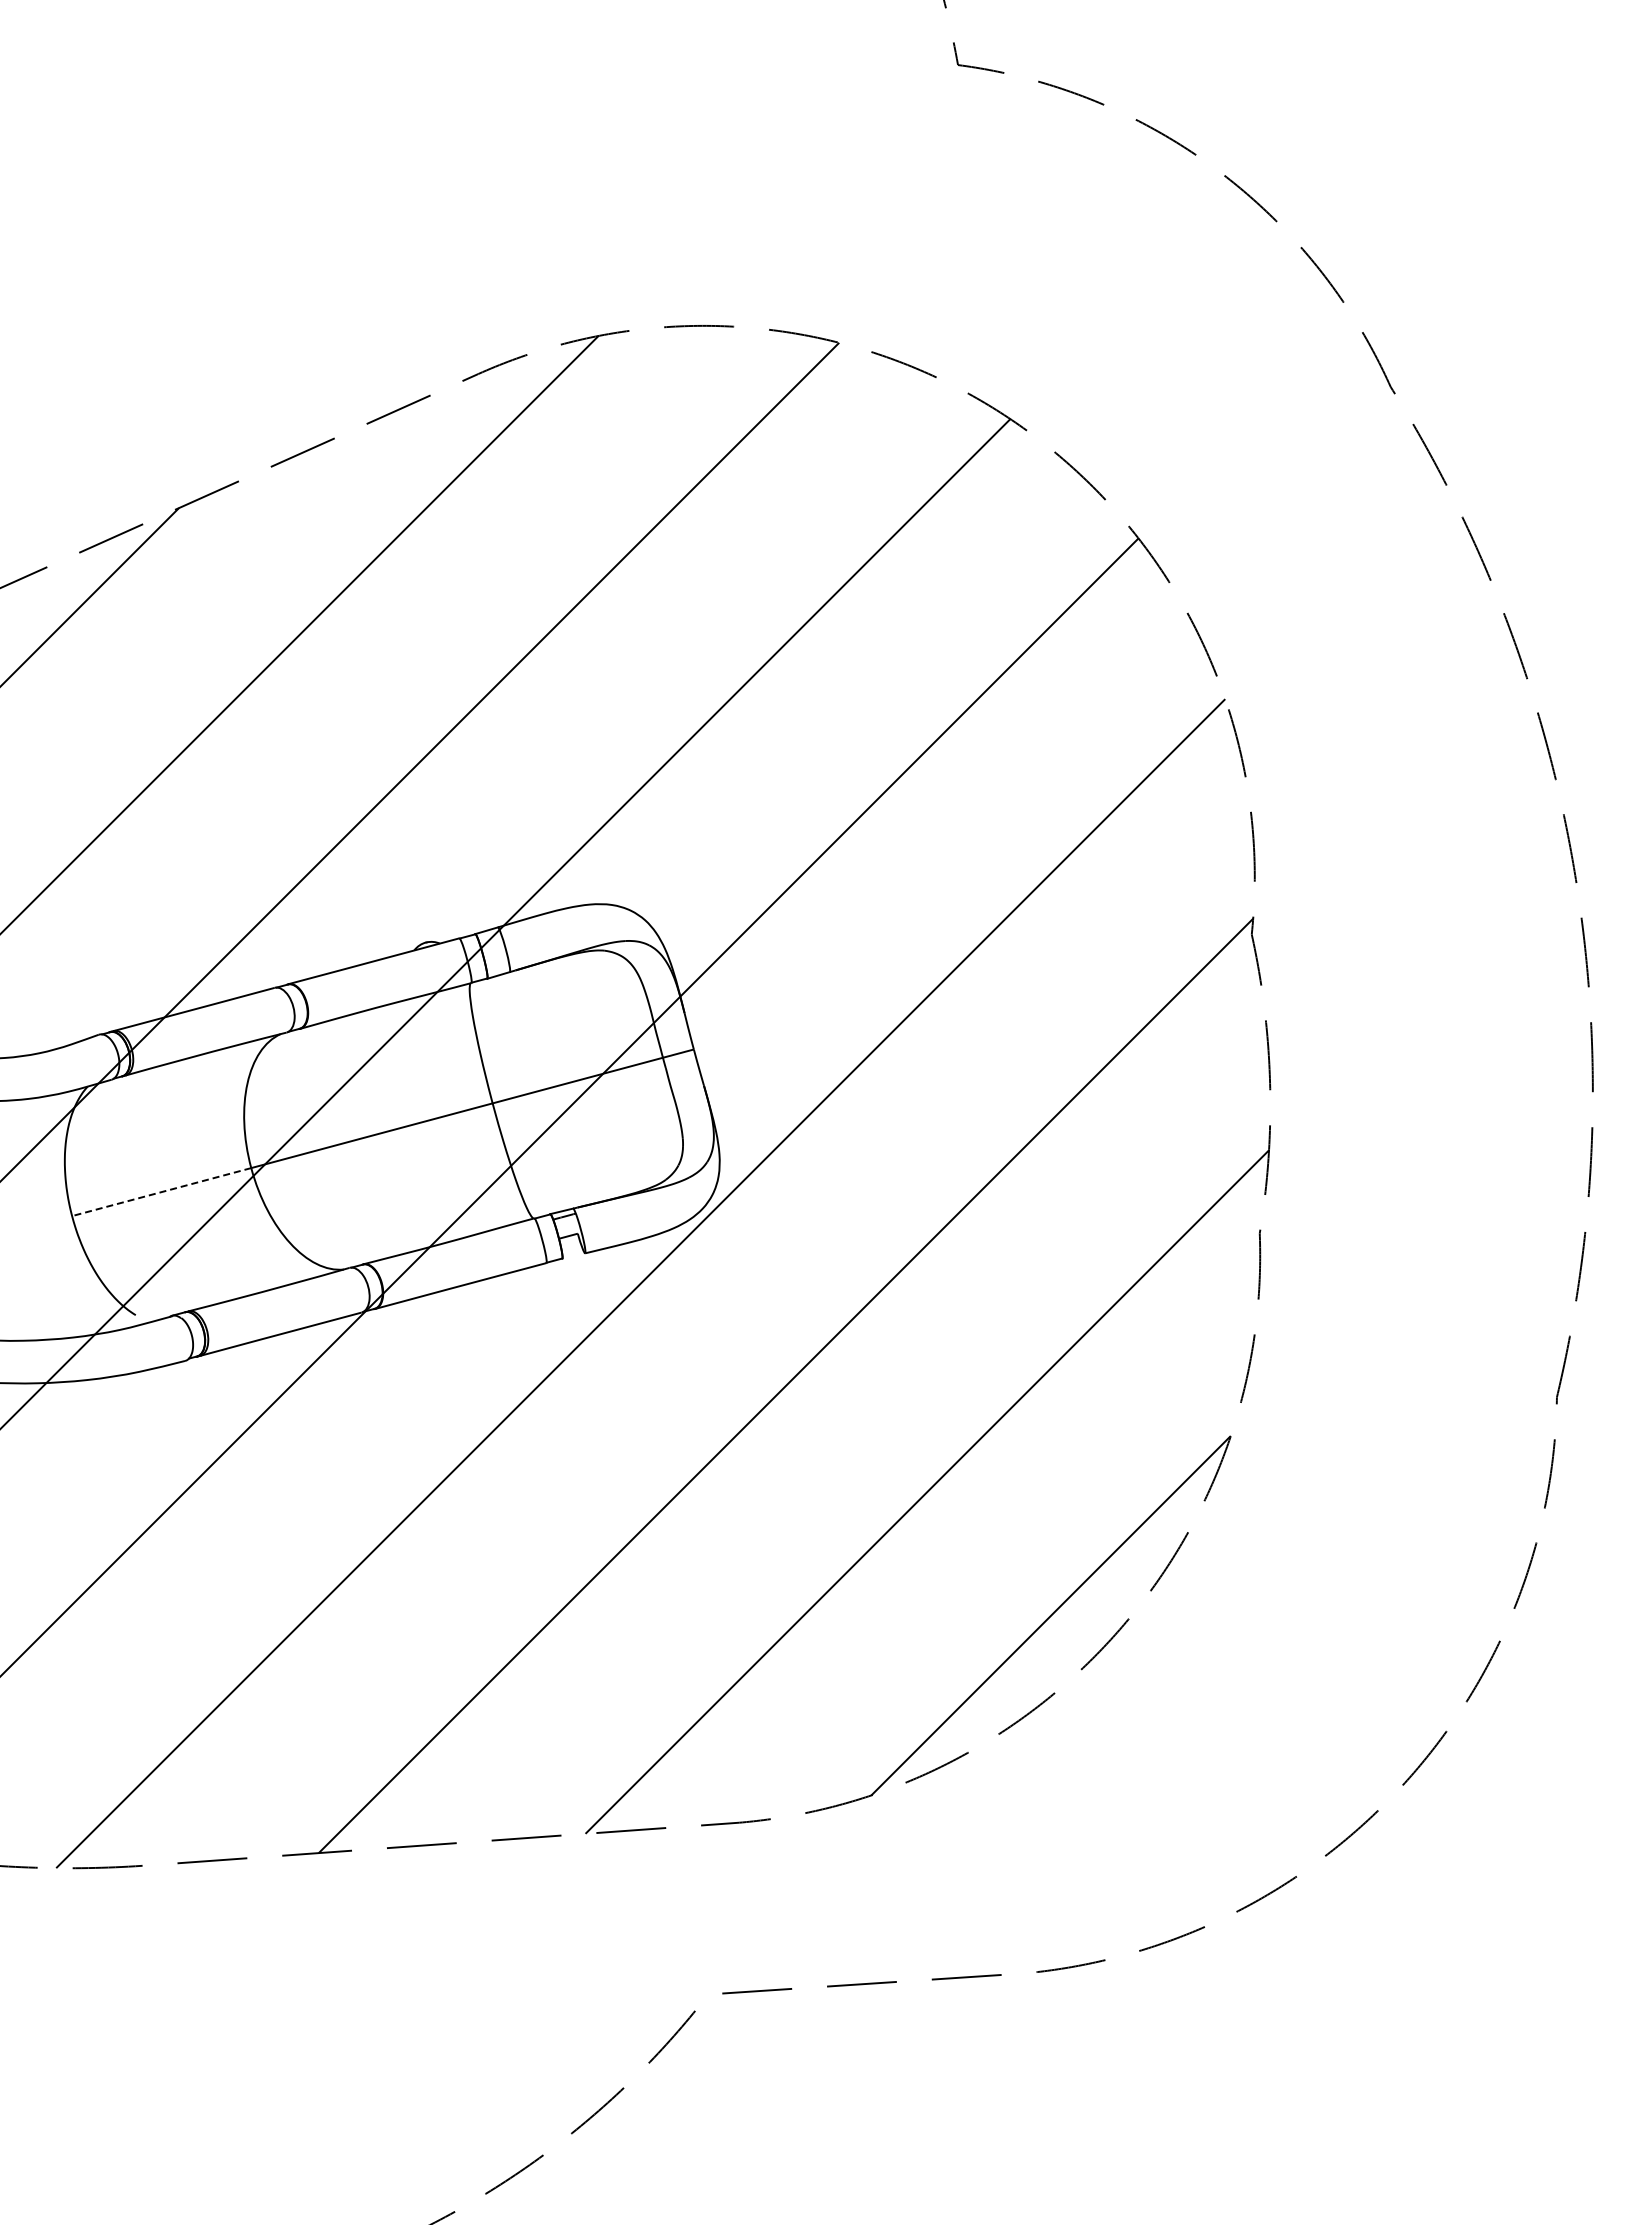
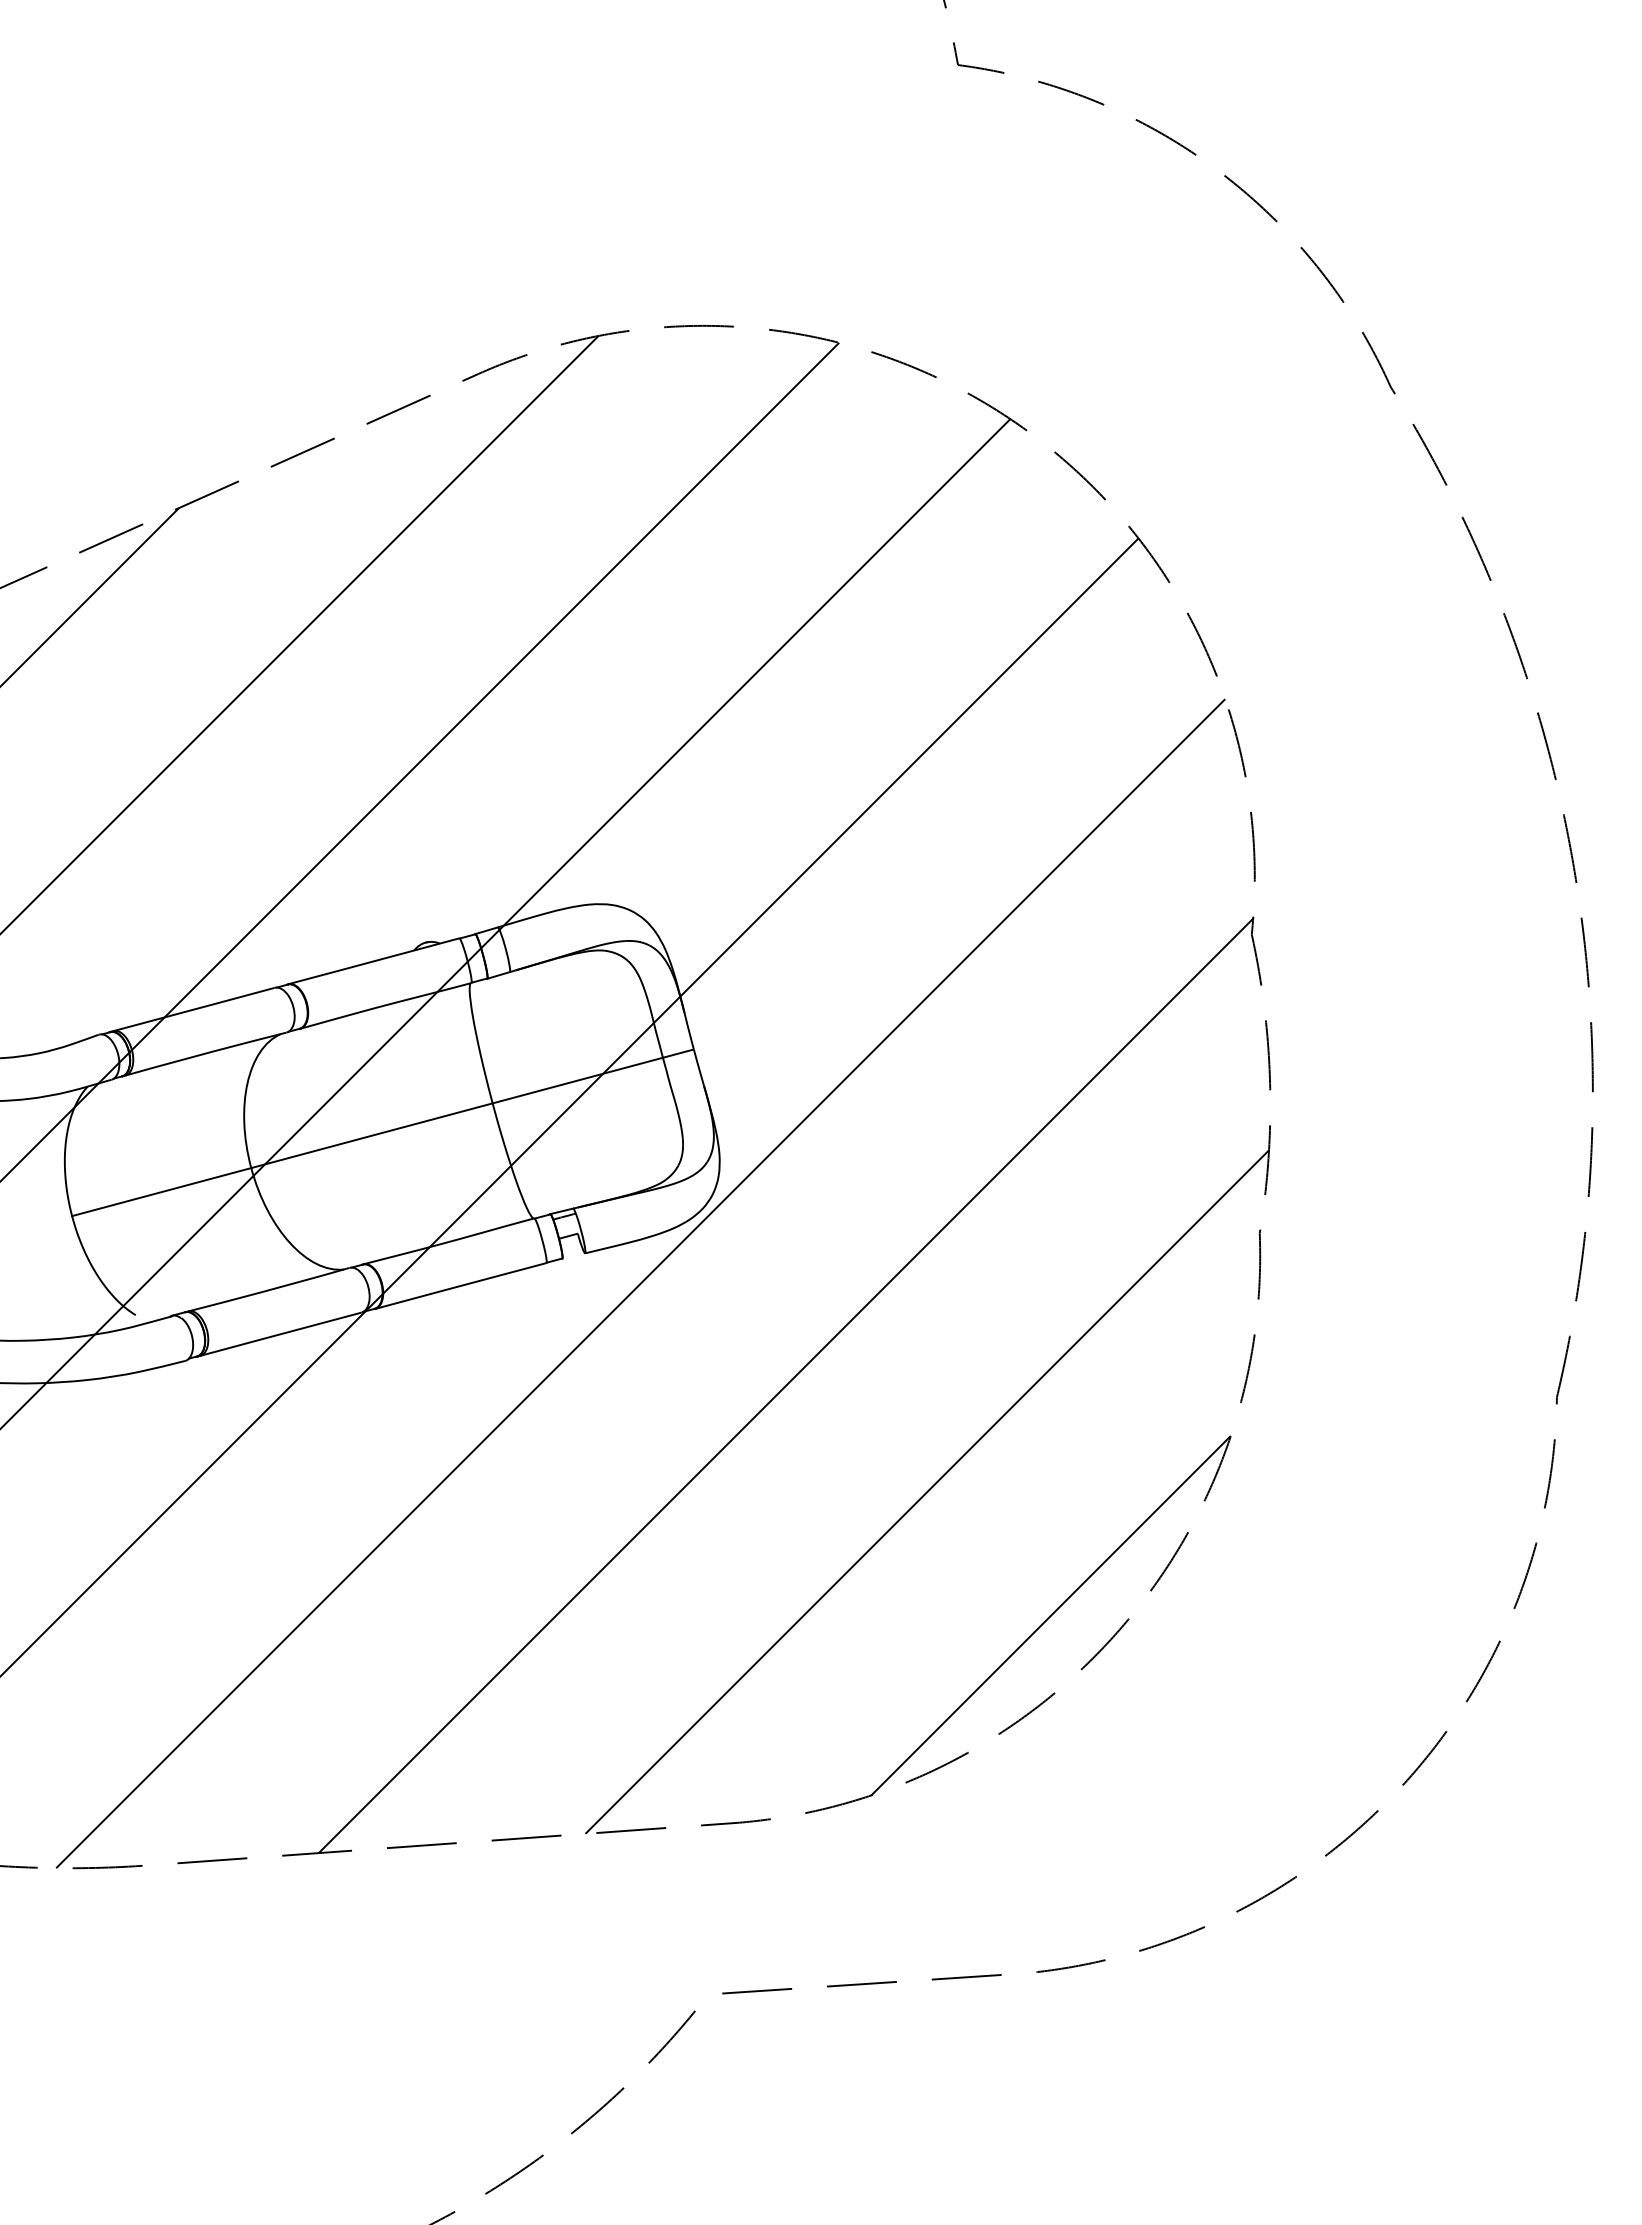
line at (161, 1192): dashed -> solid
